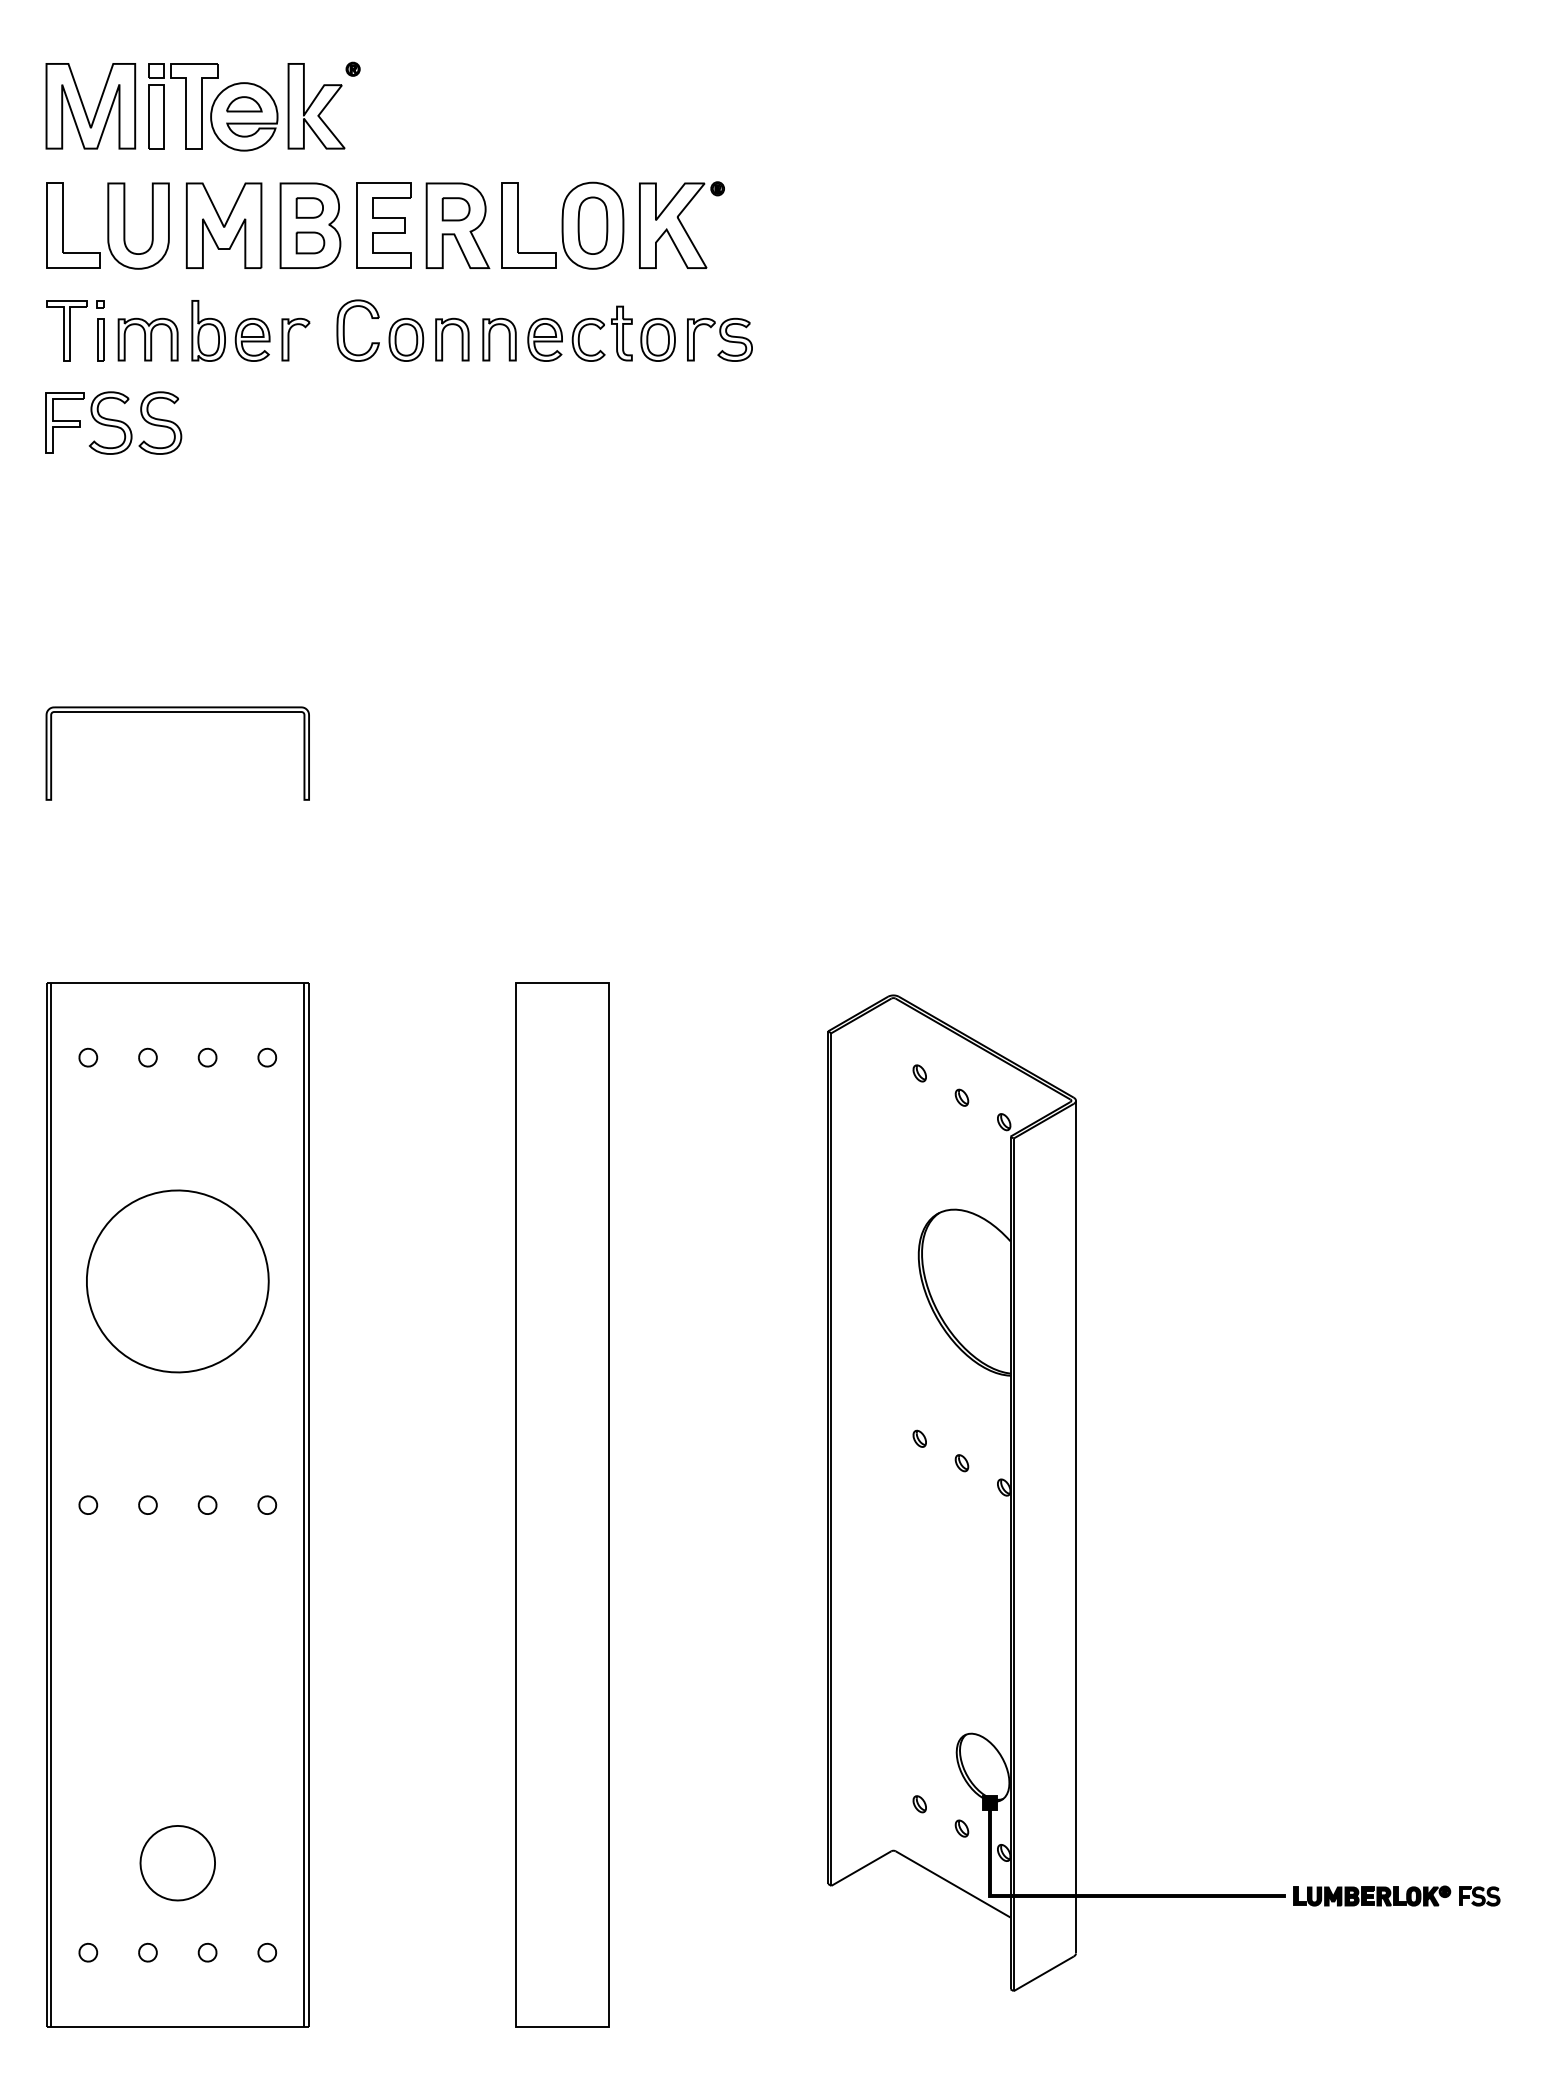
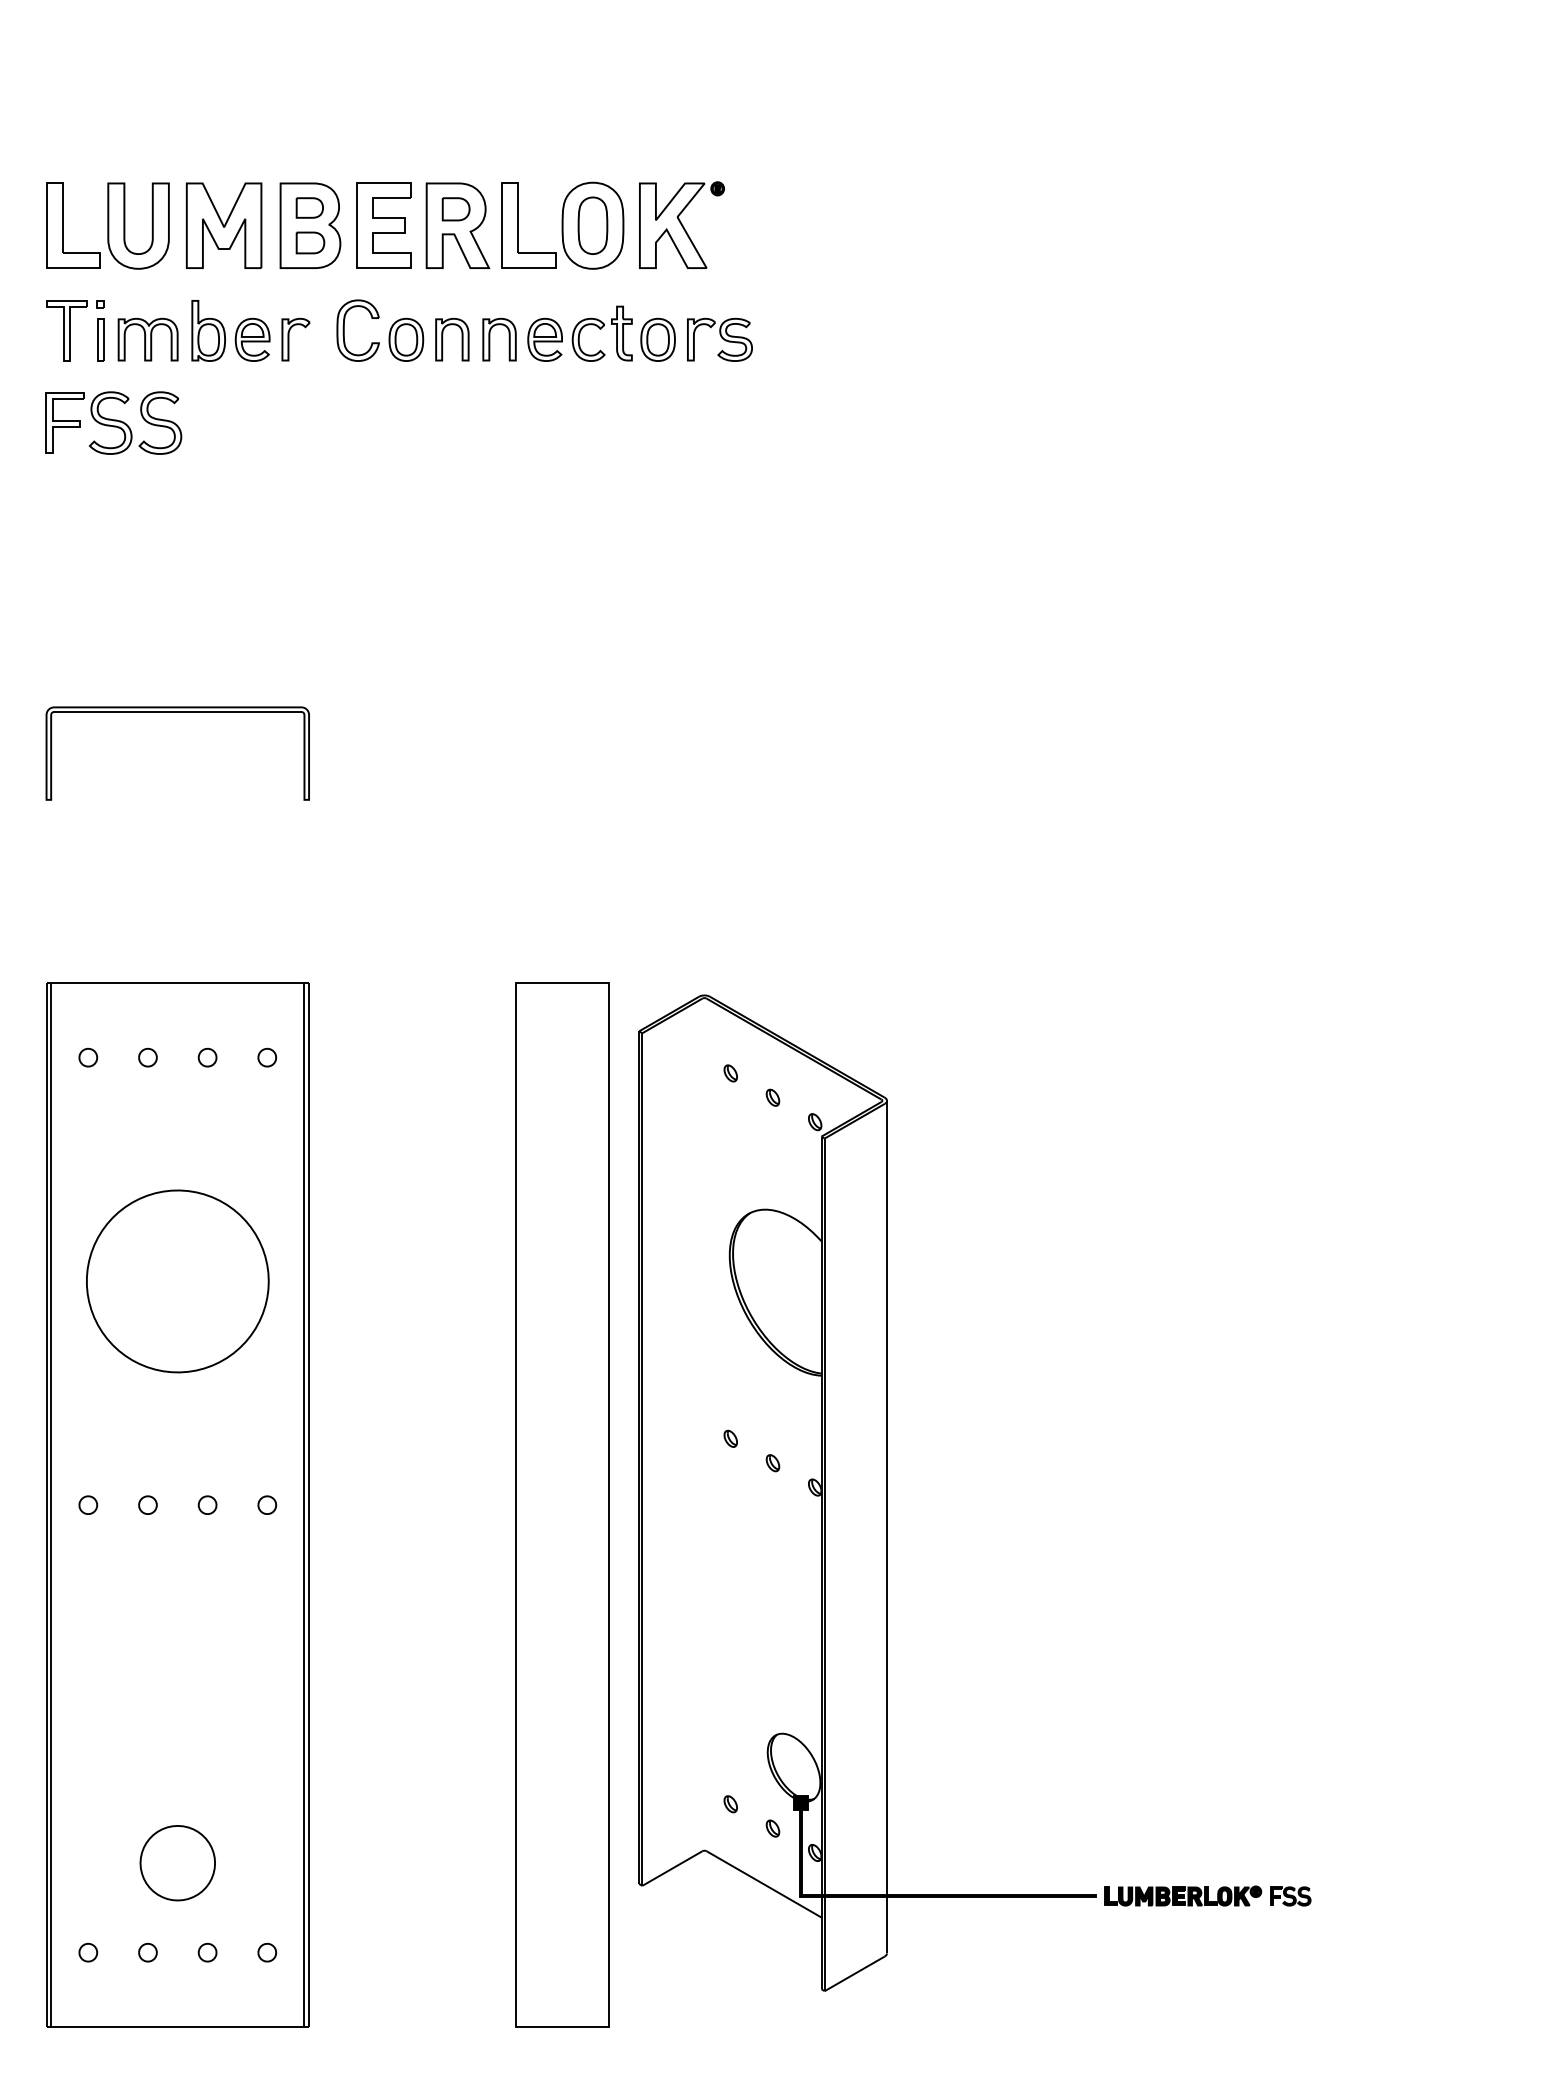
part at (202, 106): present -> none
part at (1076, 1492) position: (1076, 1492) -> (887, 1492)
